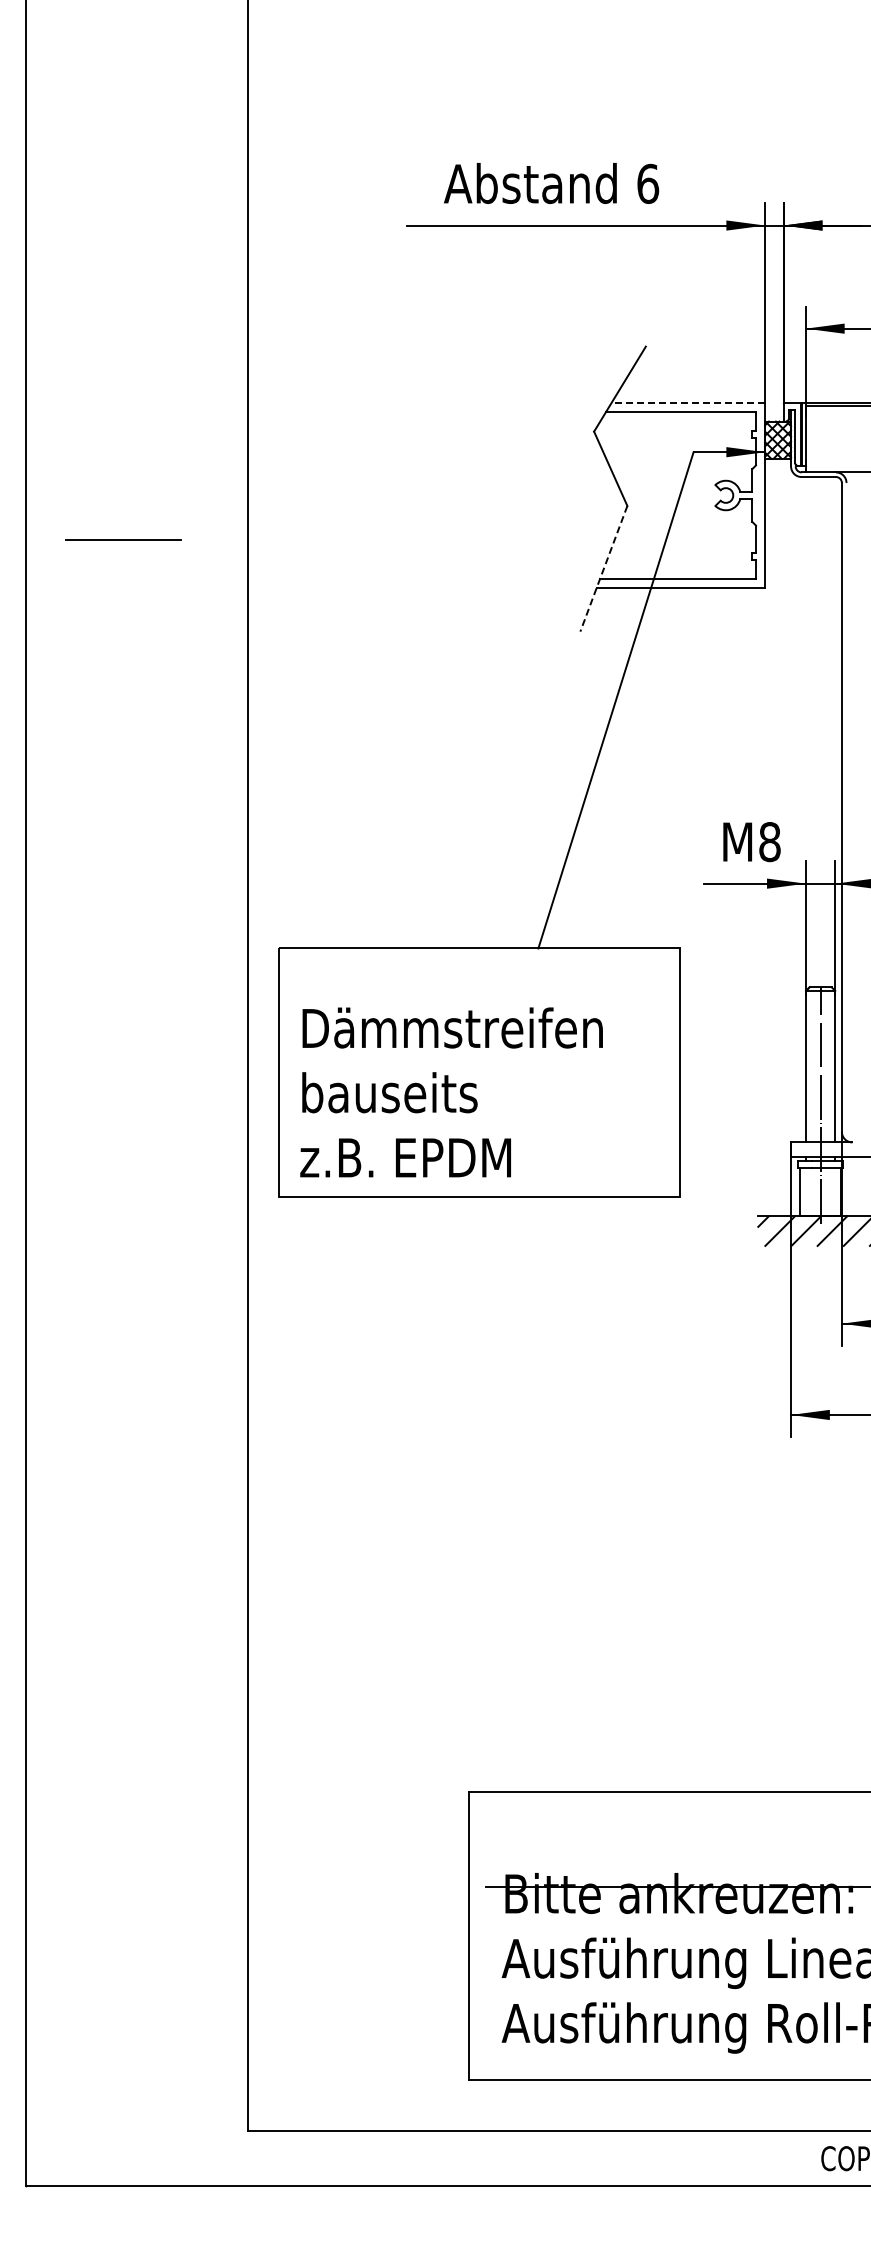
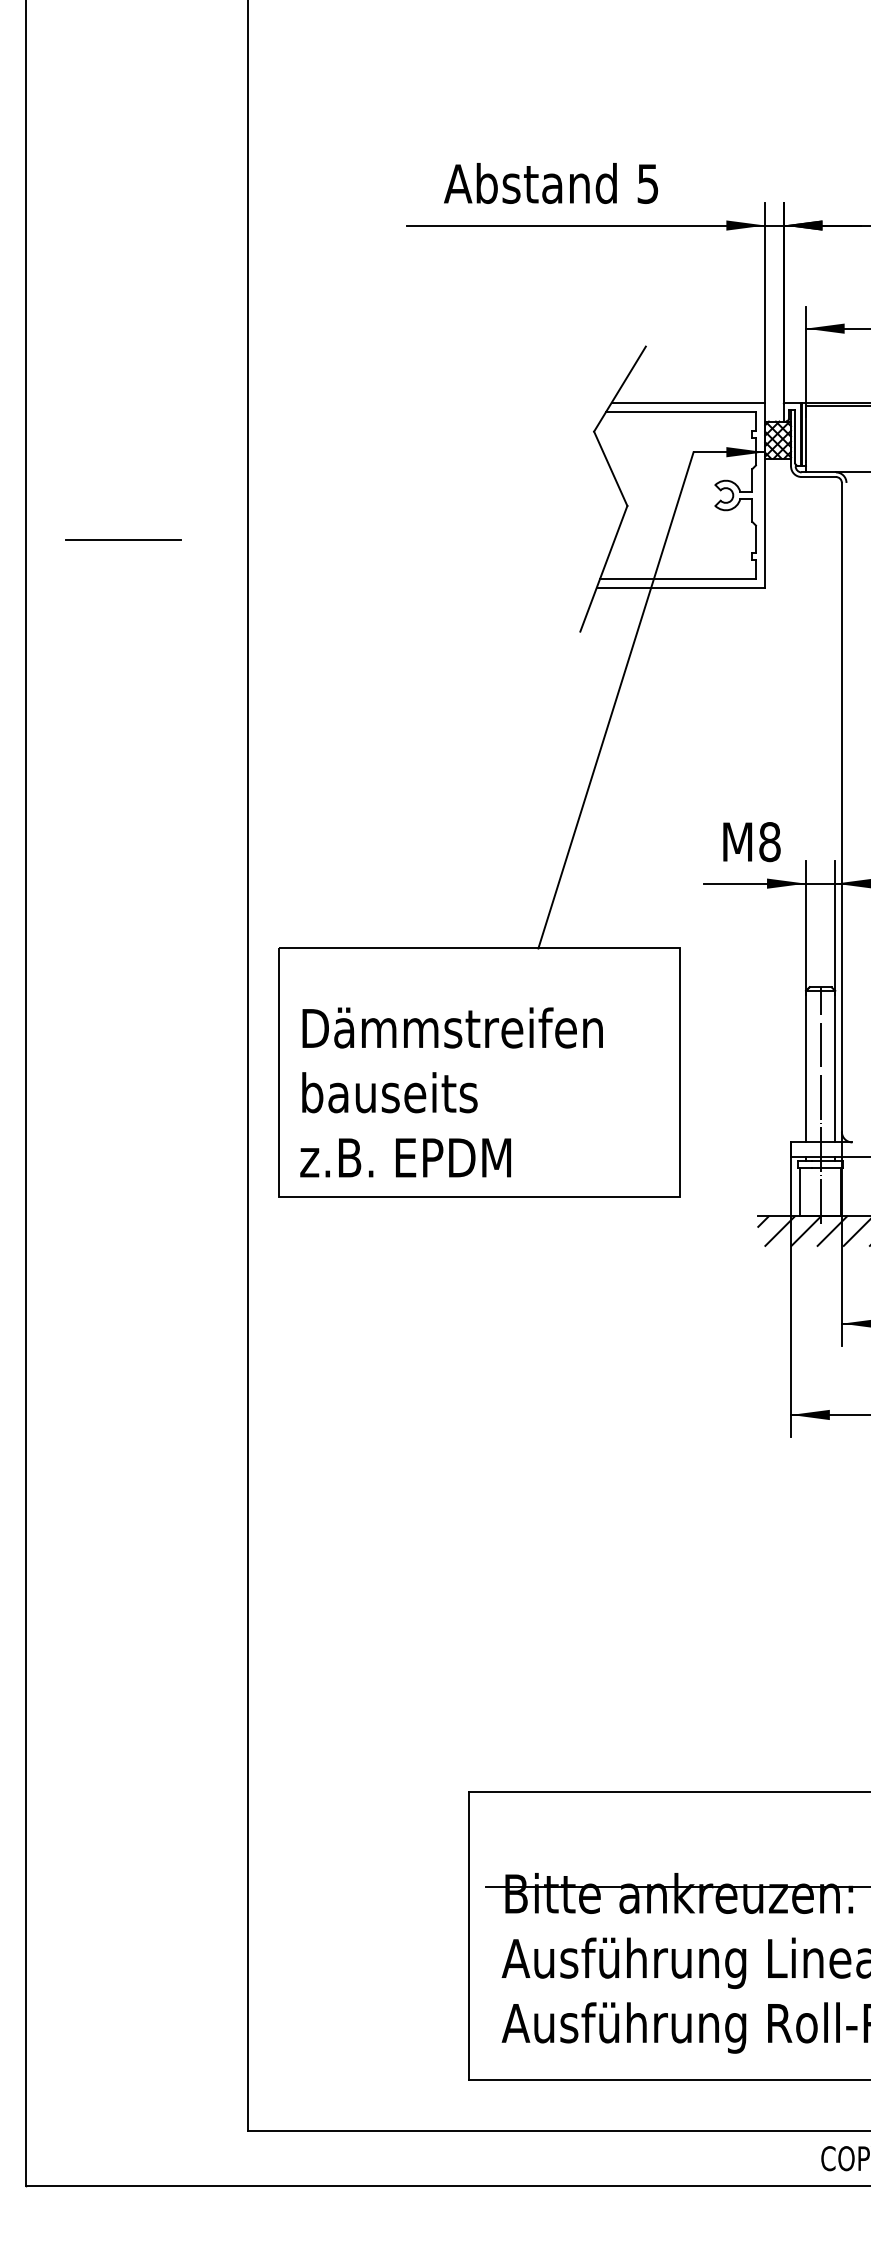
text at (648, 183): 6 -> 5
line at (688, 403): dashed -> solid
line at (603, 569): dashed -> solid
